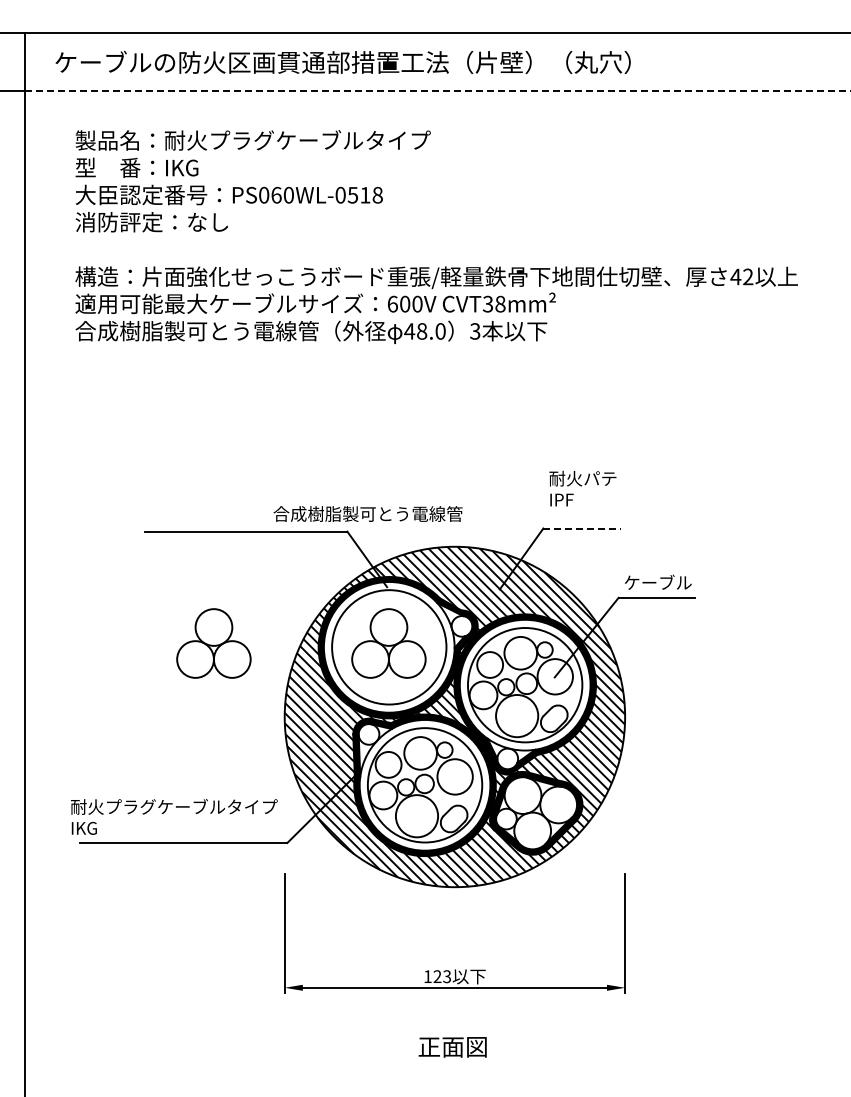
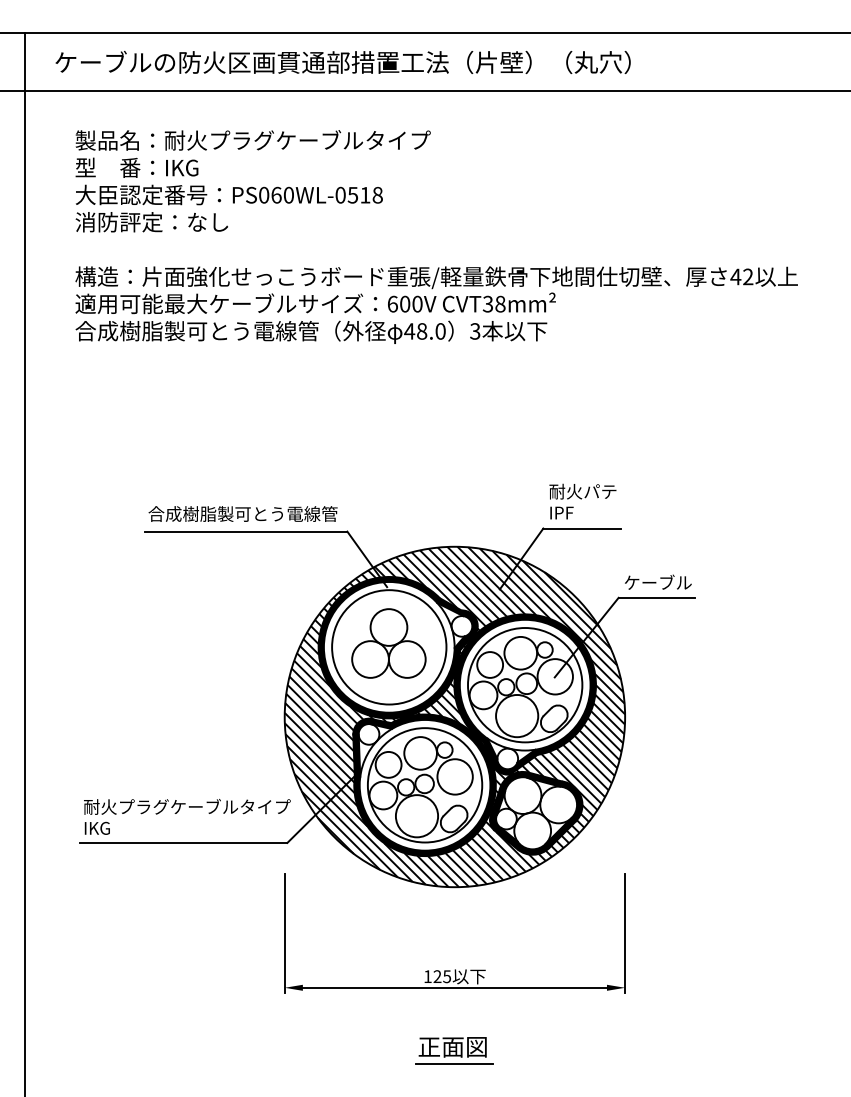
line at (438, 91): dashed -> solid
text at (582, 488) position: (582, 488) -> (582, 501)
text at (367, 513) position: (367, 513) -> (242, 513)
line at (582, 528): dashed -> solid
part at (213, 643): present -> none
text at (174, 816) position: (174, 816) -> (187, 816)
text at (446, 976): 123 -> 125
line at (454, 1064): none -> present
